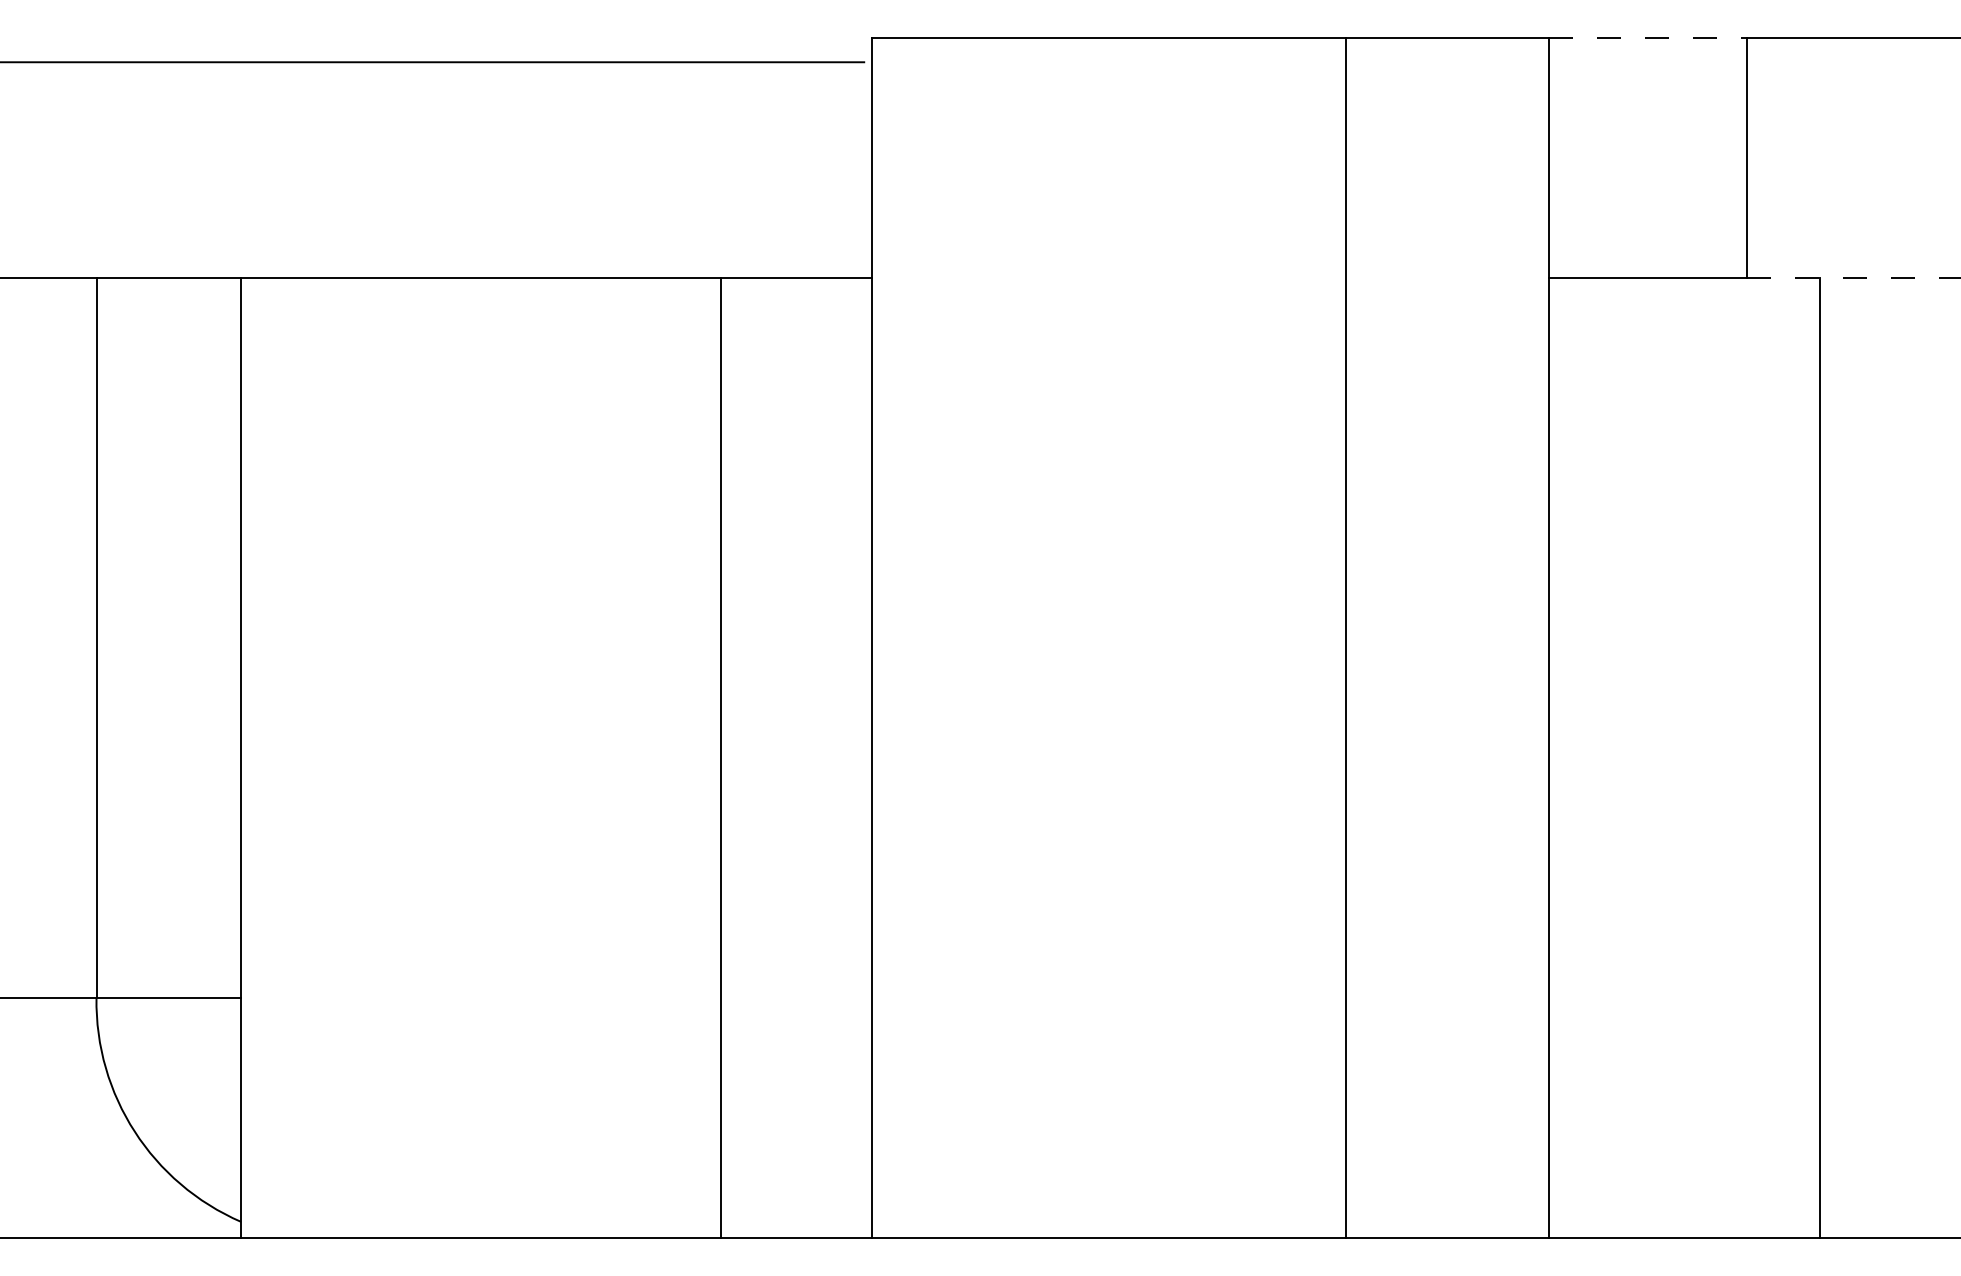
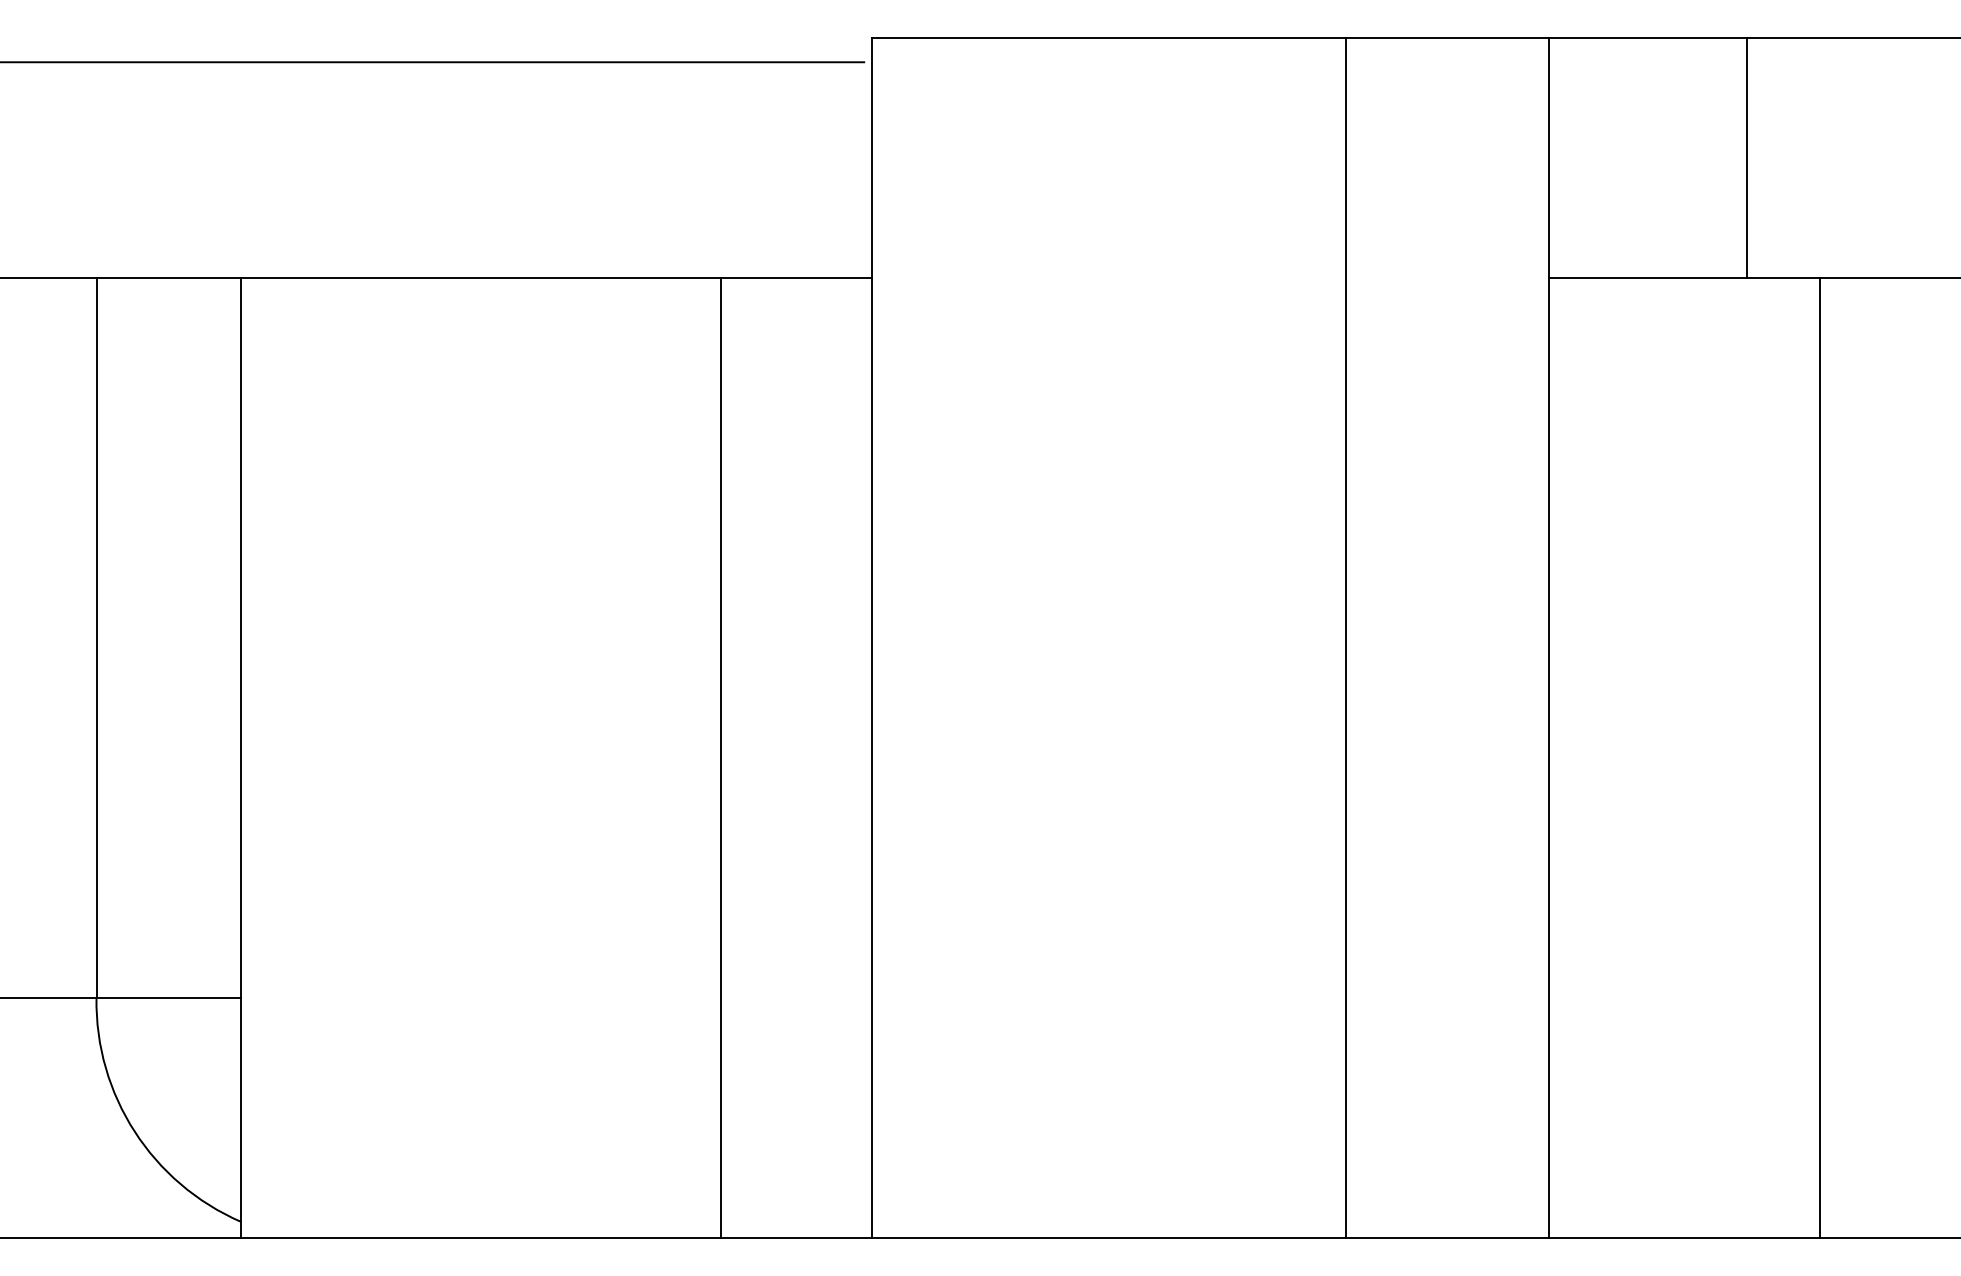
line at (1648, 38): dashed -> solid
line at (1854, 278): dashed -> solid
